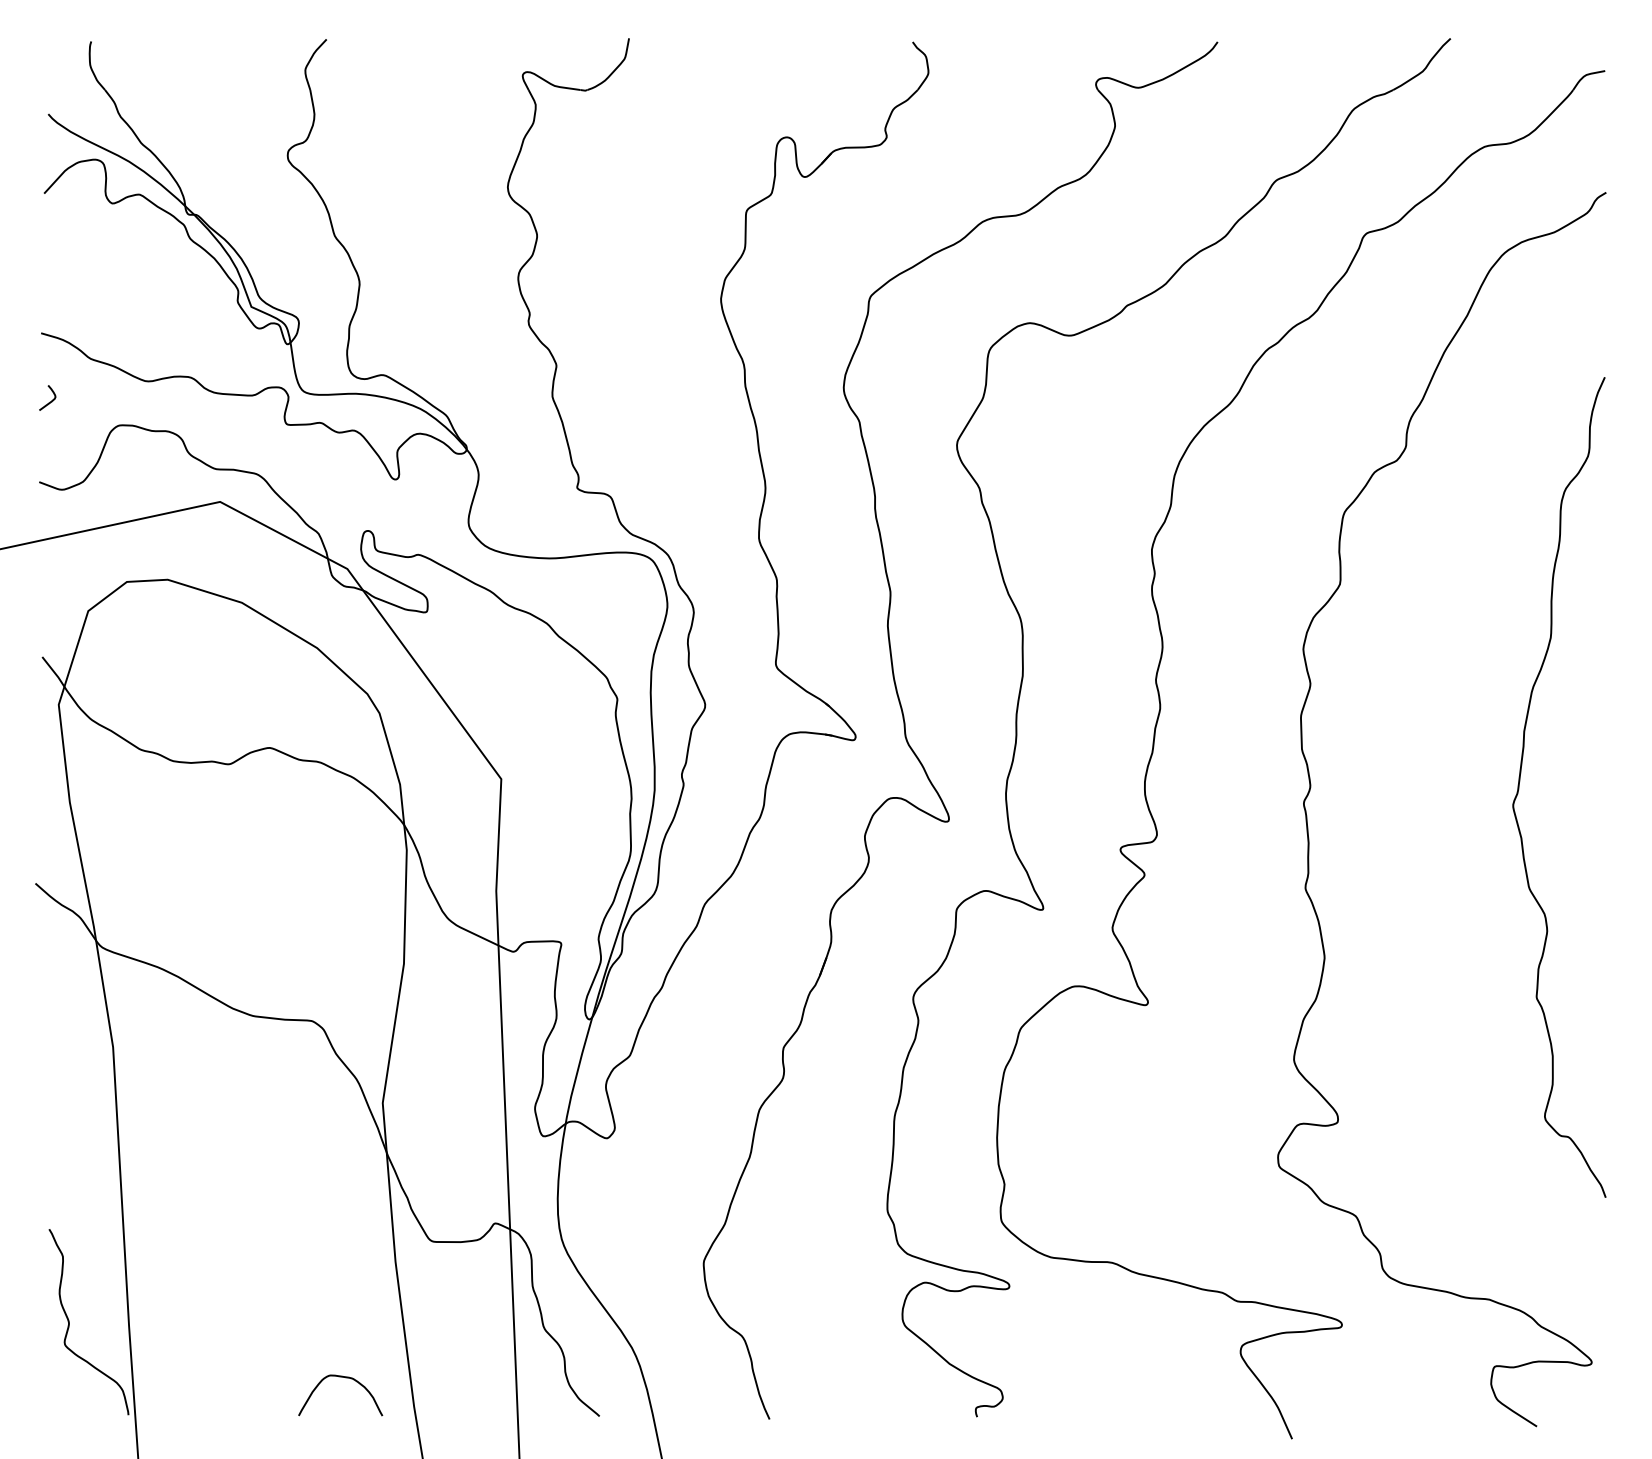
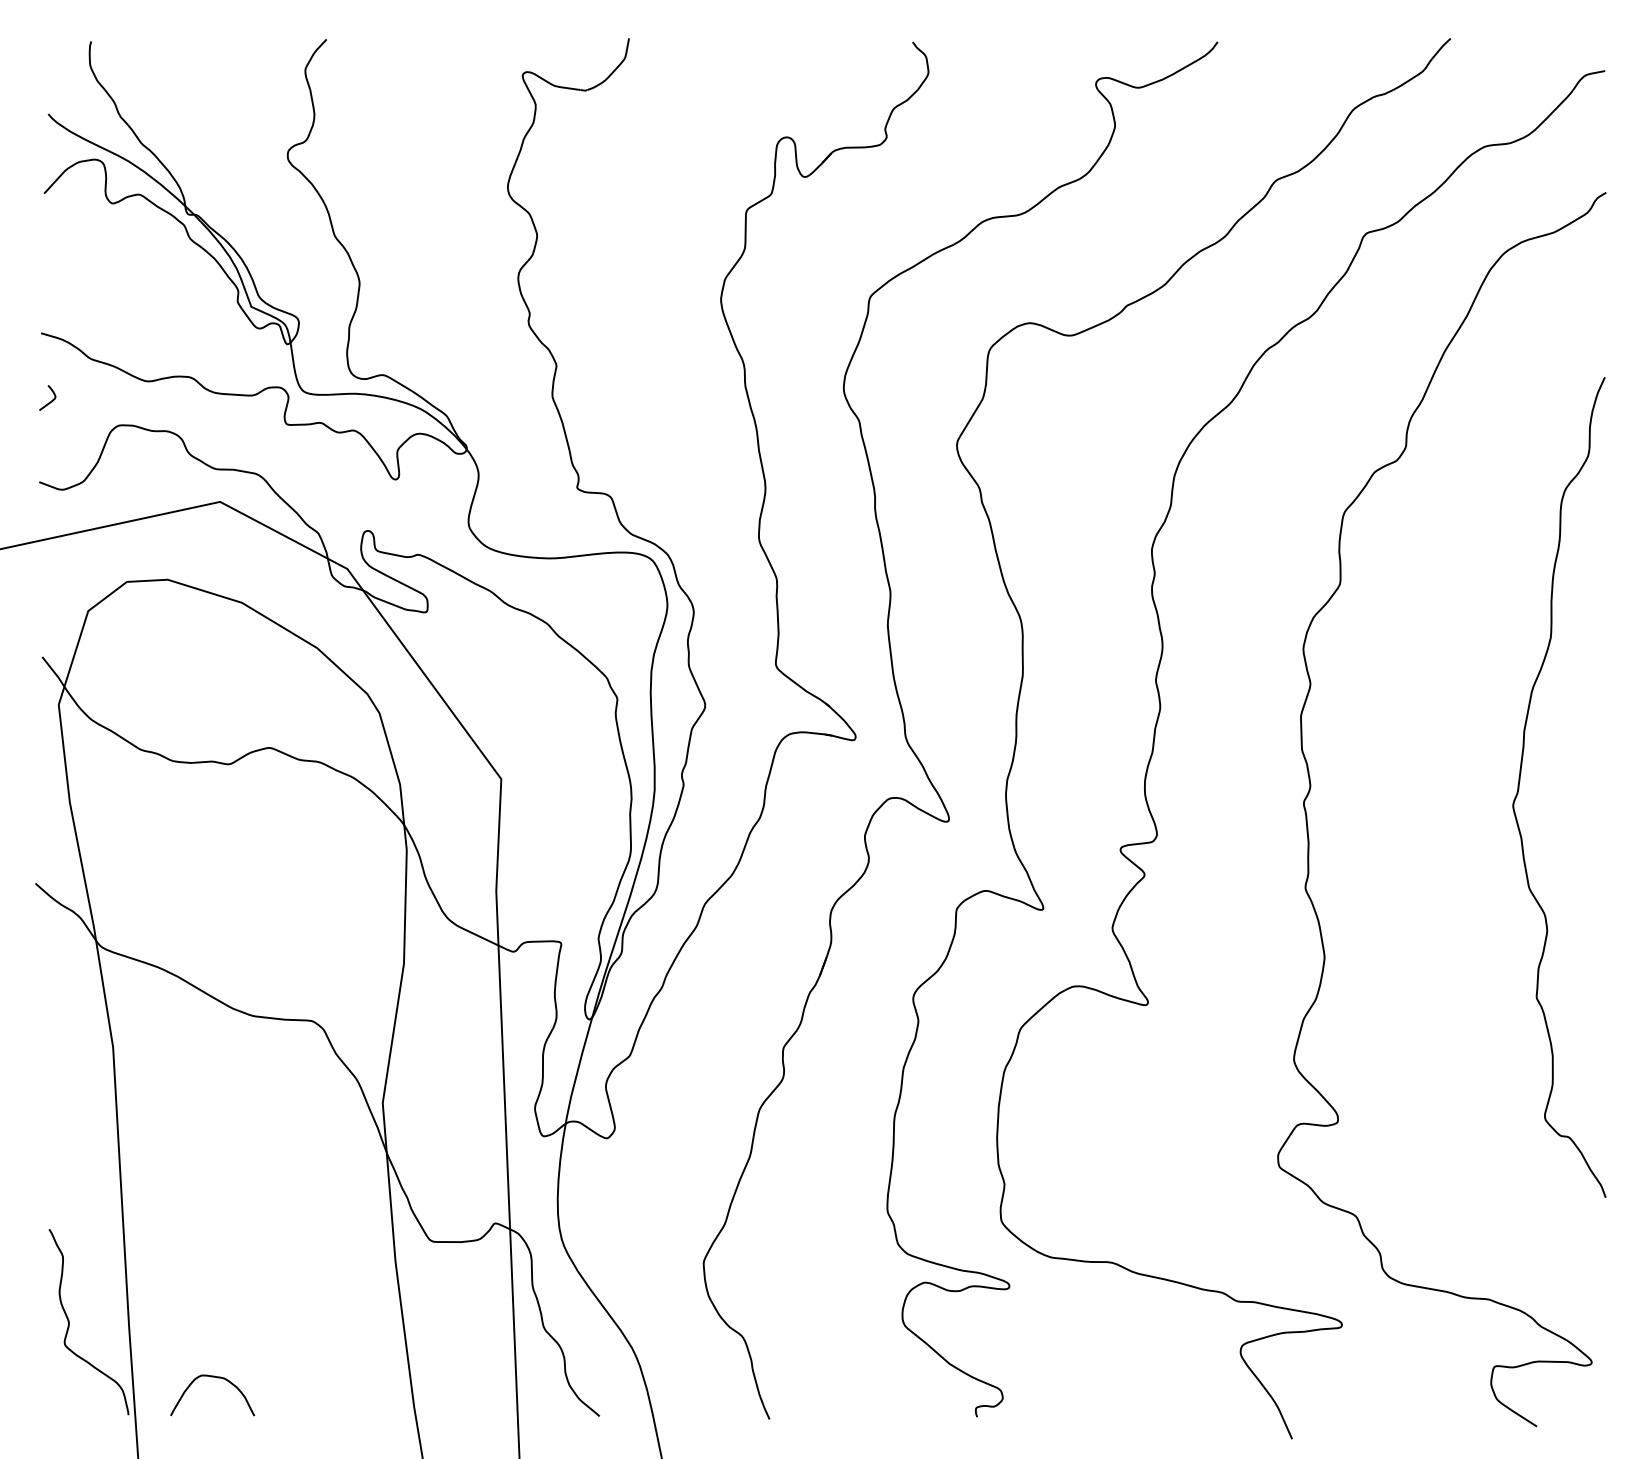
curve at (345, 1378) position: (345, 1378) -> (217, 1378)
